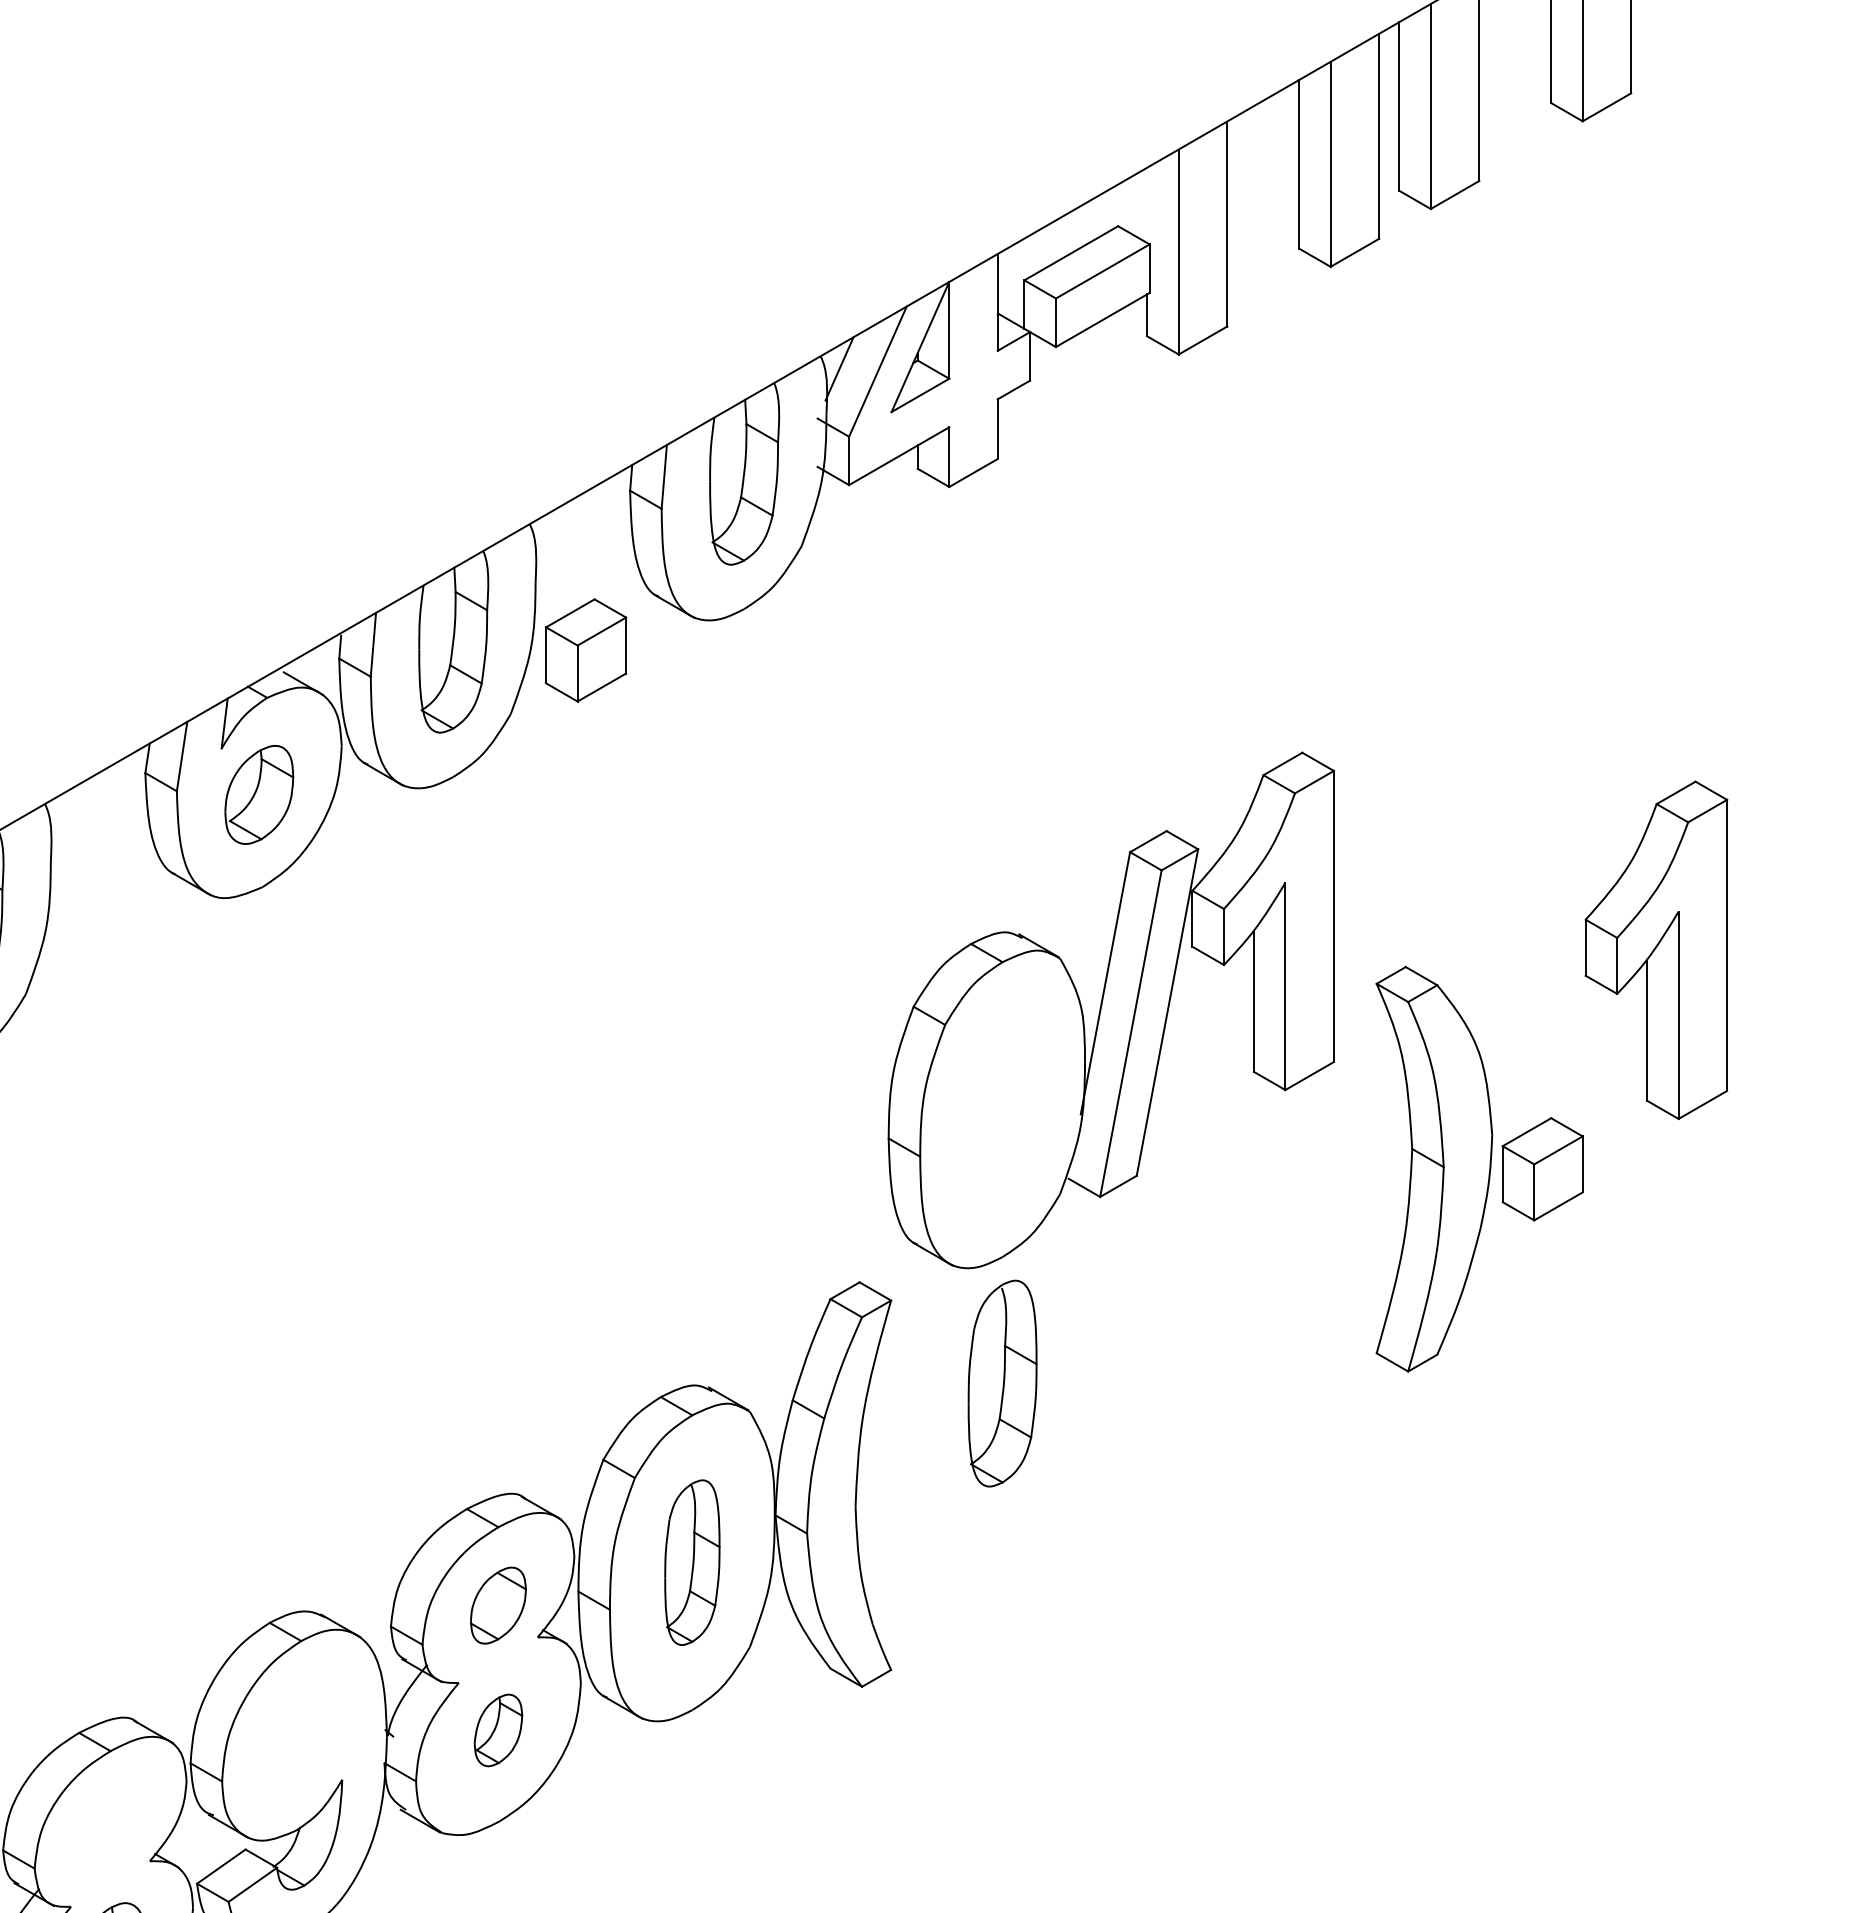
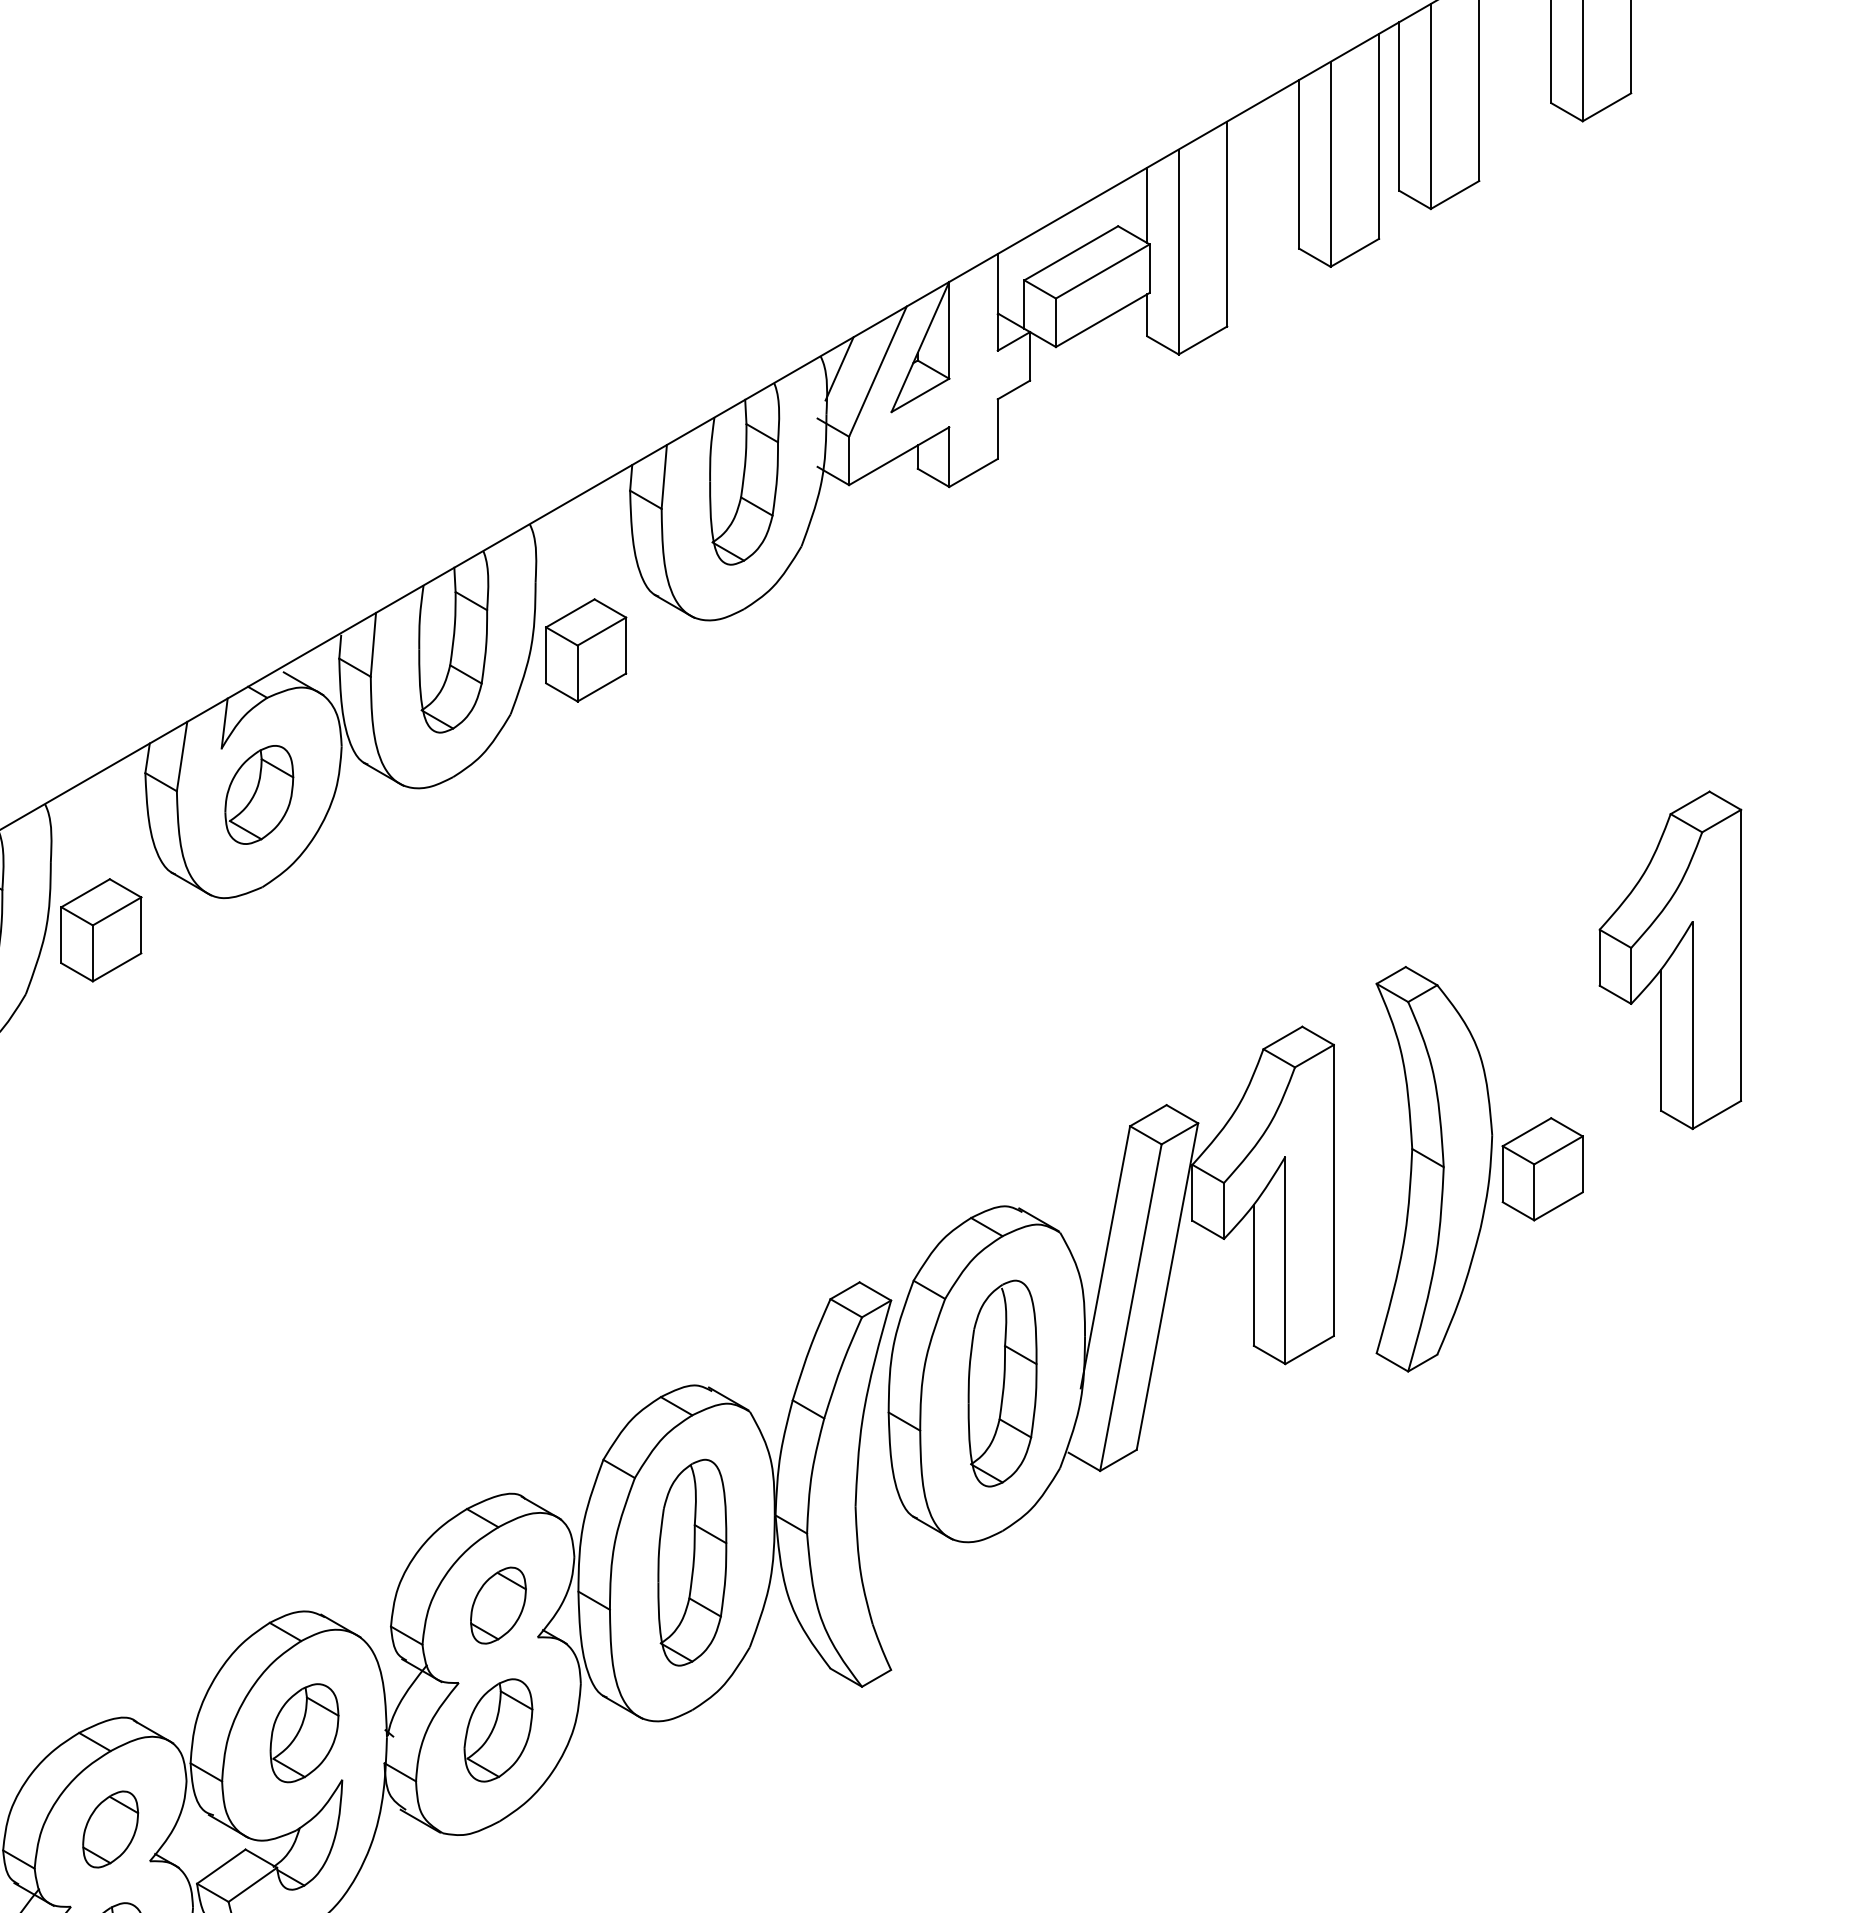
line at (1147, 205): none -> present
part at (101, 930): none -> present
part at (1656, 950) position: (1656, 950) -> (1670, 960)
part at (1110, 1010) position: (1110, 1010) -> (1110, 1284)
part at (692, 1562) size: 57x167 px -> 71x209 px
part at (498, 1730) size: 51x75 px -> 71x105 px
part at (304, 1733): none -> present
part at (110, 1829): none -> present
